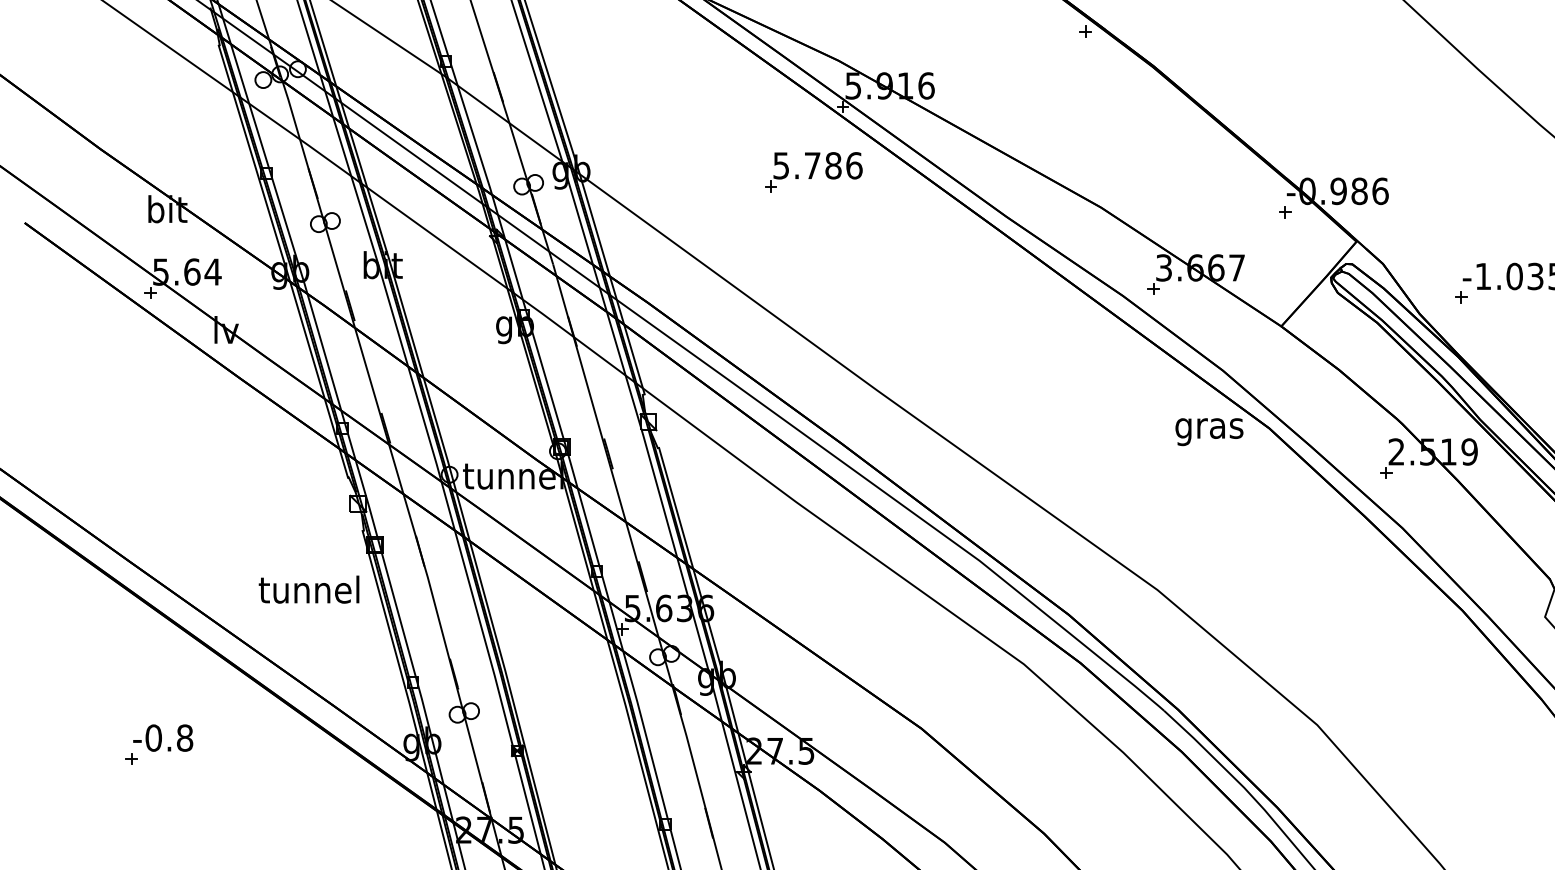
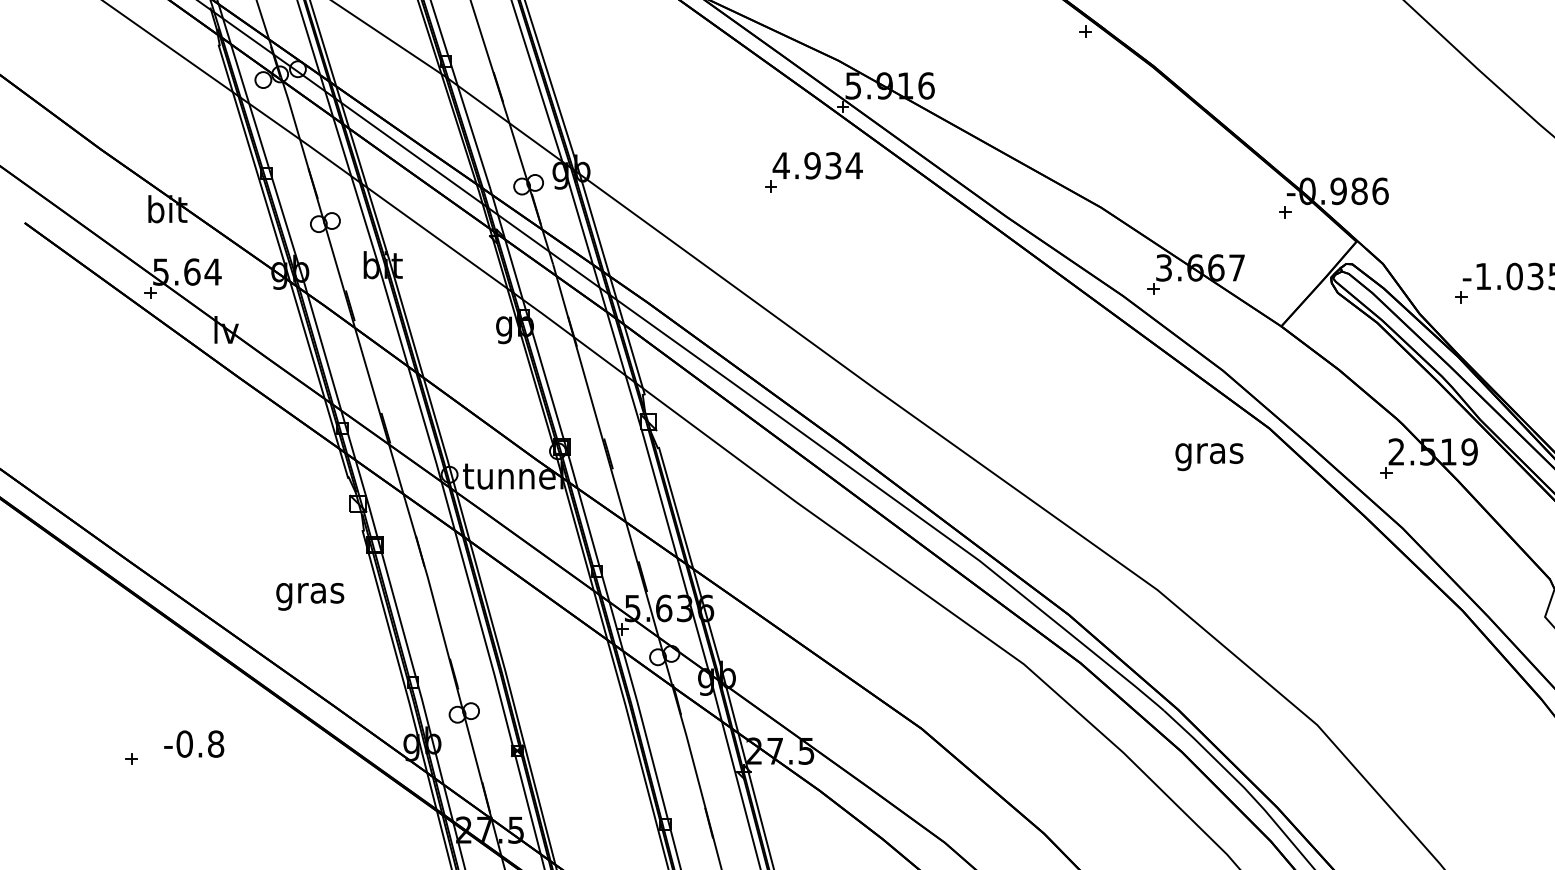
text at (817, 165): 5.786 -> 4.934
text at (1209, 432) position: (1209, 432) -> (1209, 457)
text at (308, 592): tunnel -> gras
text at (163, 737) position: (163, 737) -> (194, 743)
